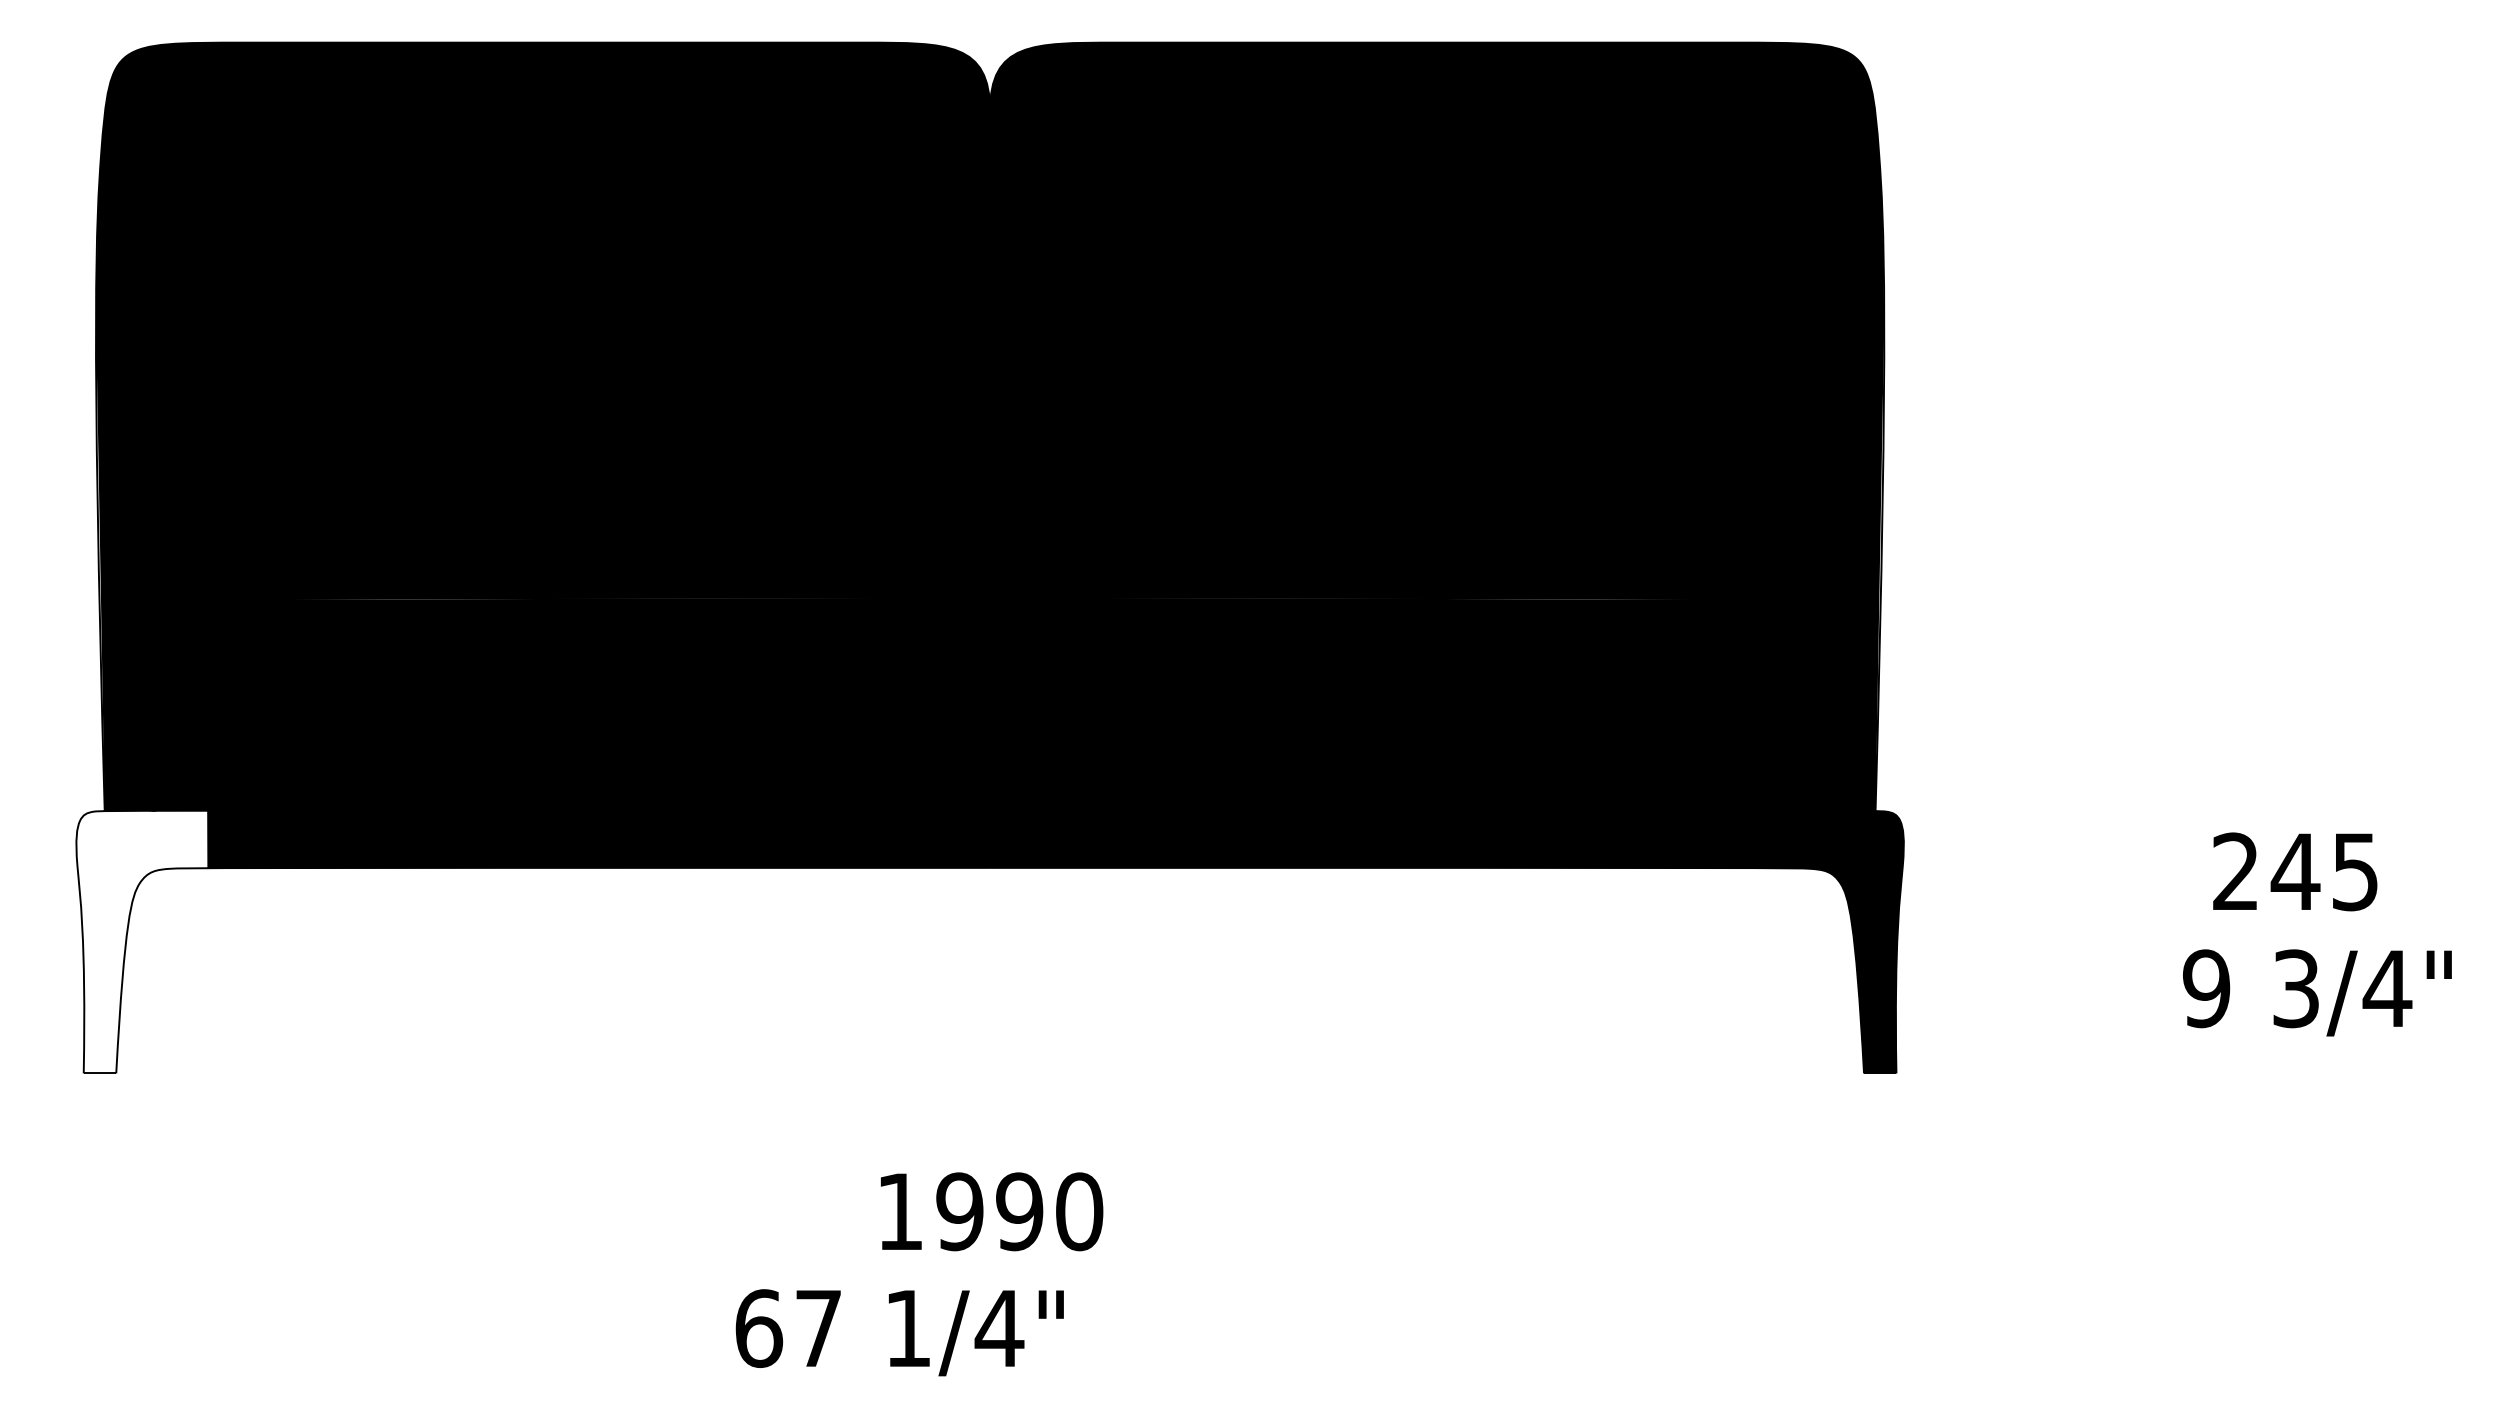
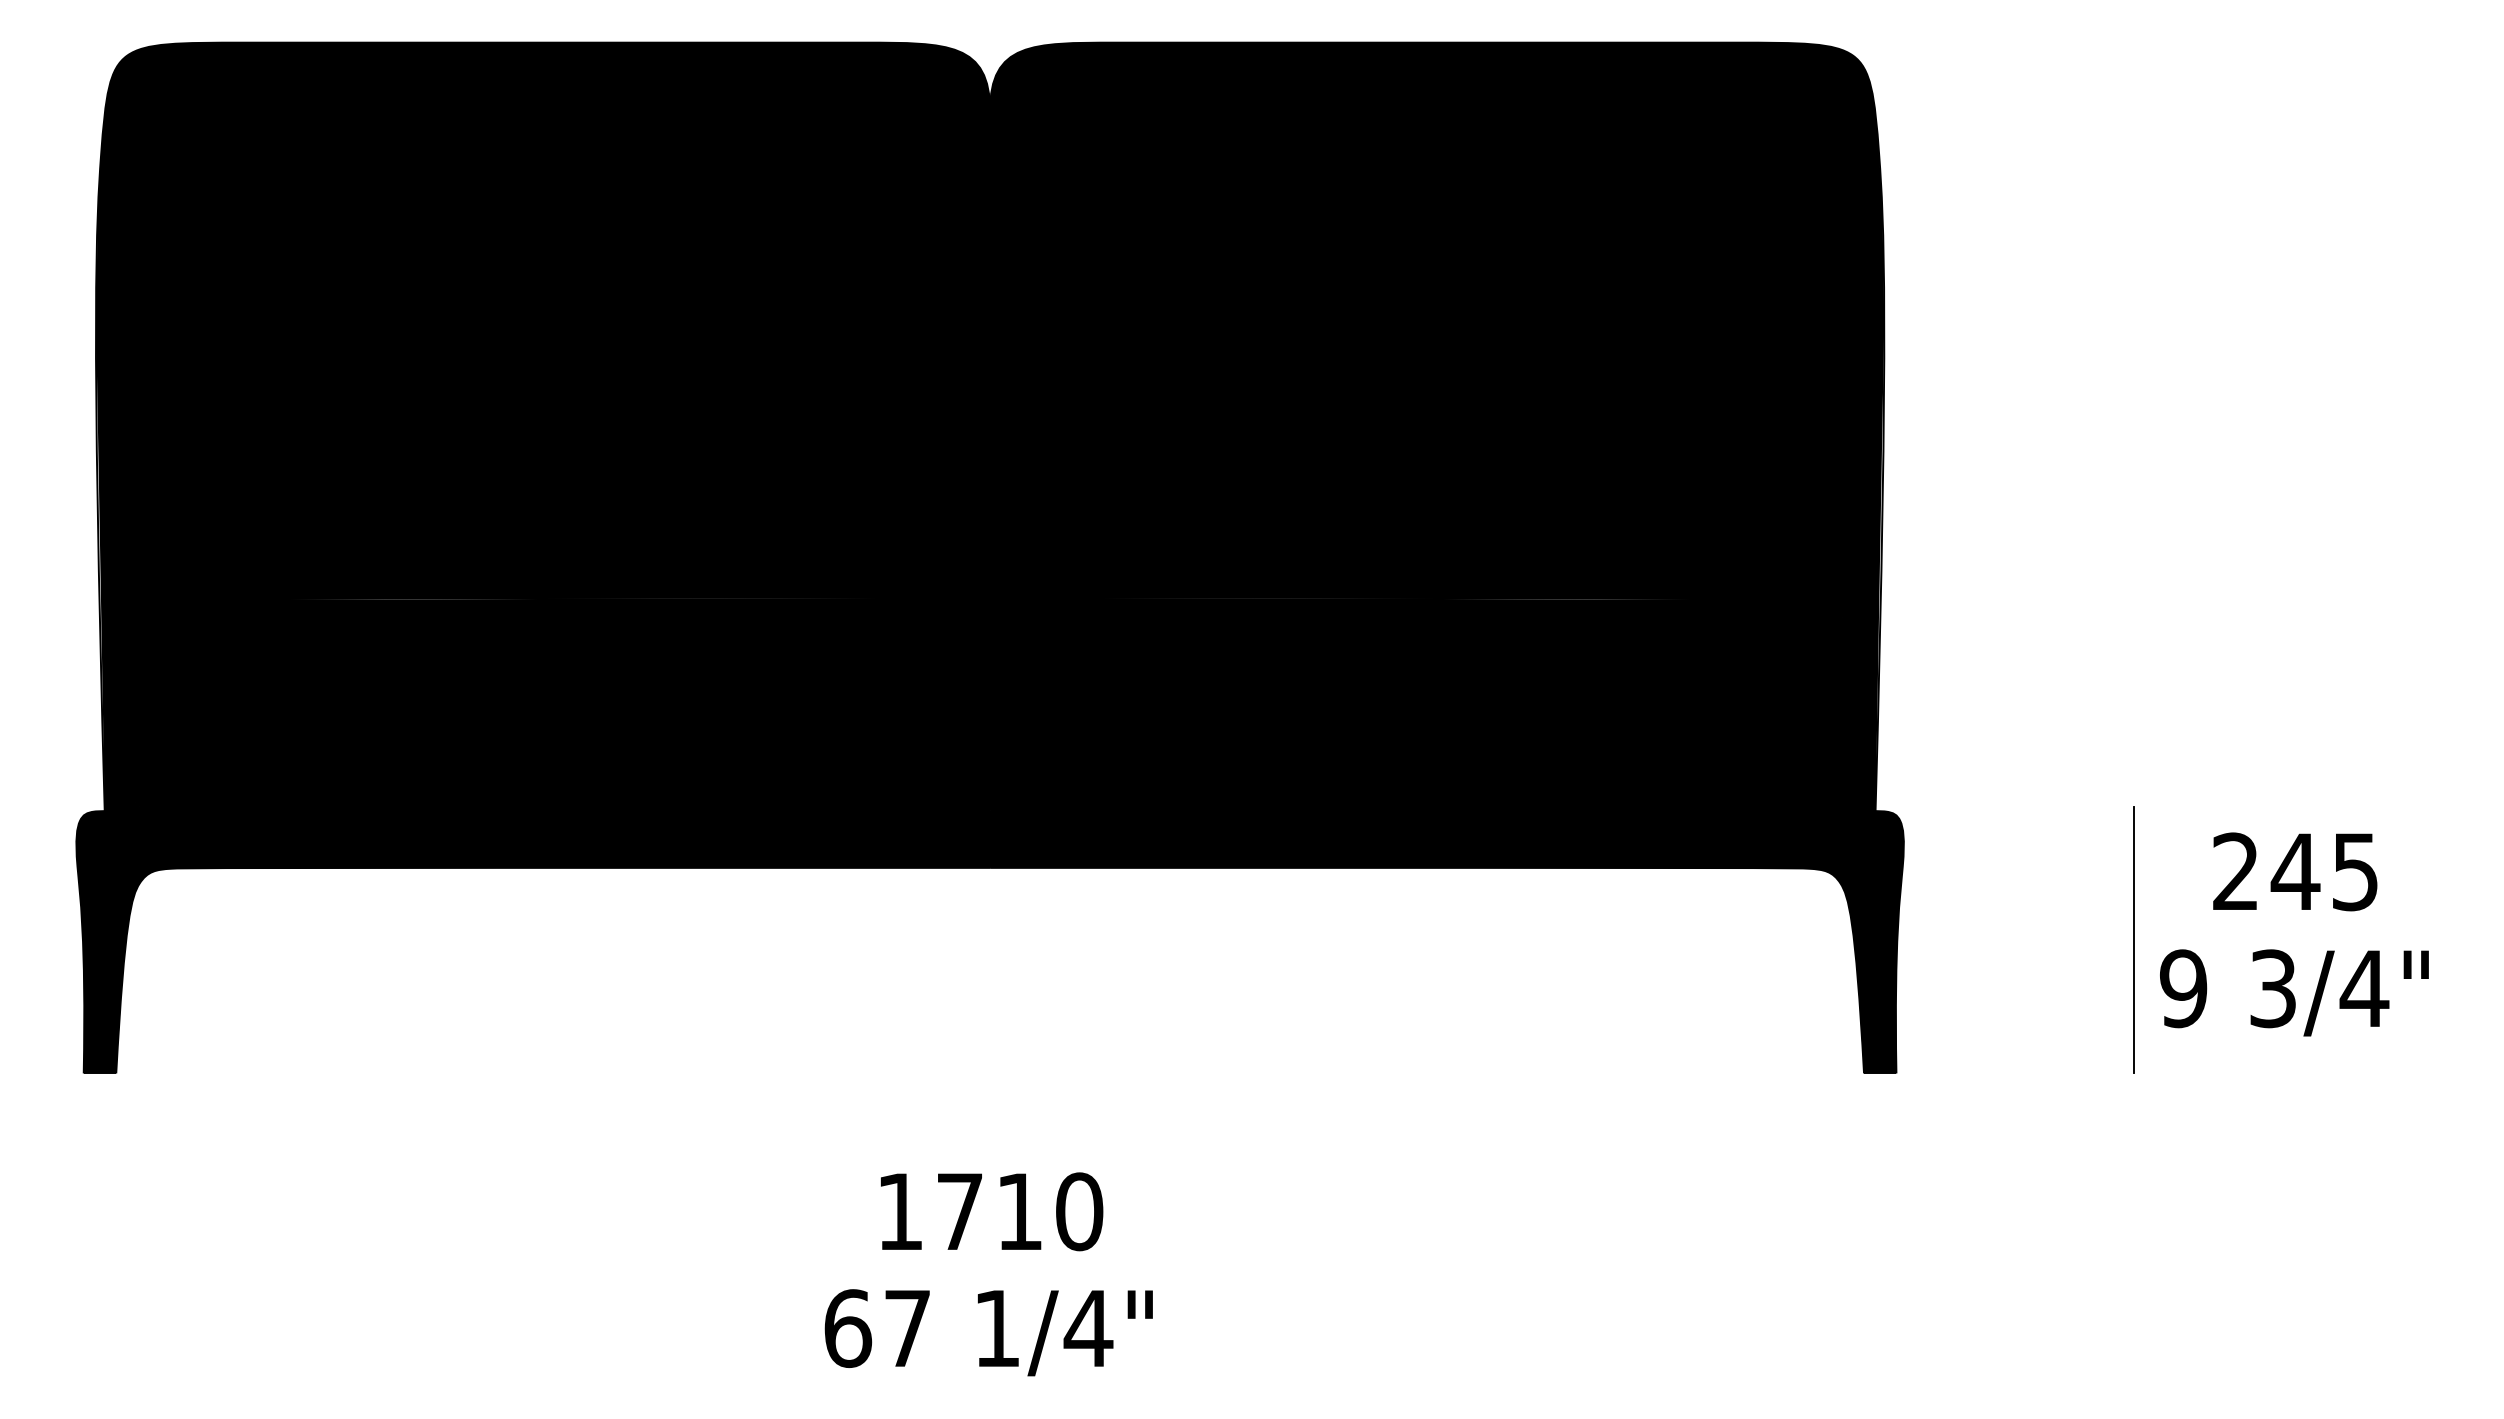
line at (2133, 940): none -> present
fill at (142, 941): none -> present
text at (2317, 992) position: (2317, 992) -> (2294, 992)
text at (989, 1211): 1990 -> 1710
text at (899, 1332) position: (899, 1332) -> (988, 1332)
